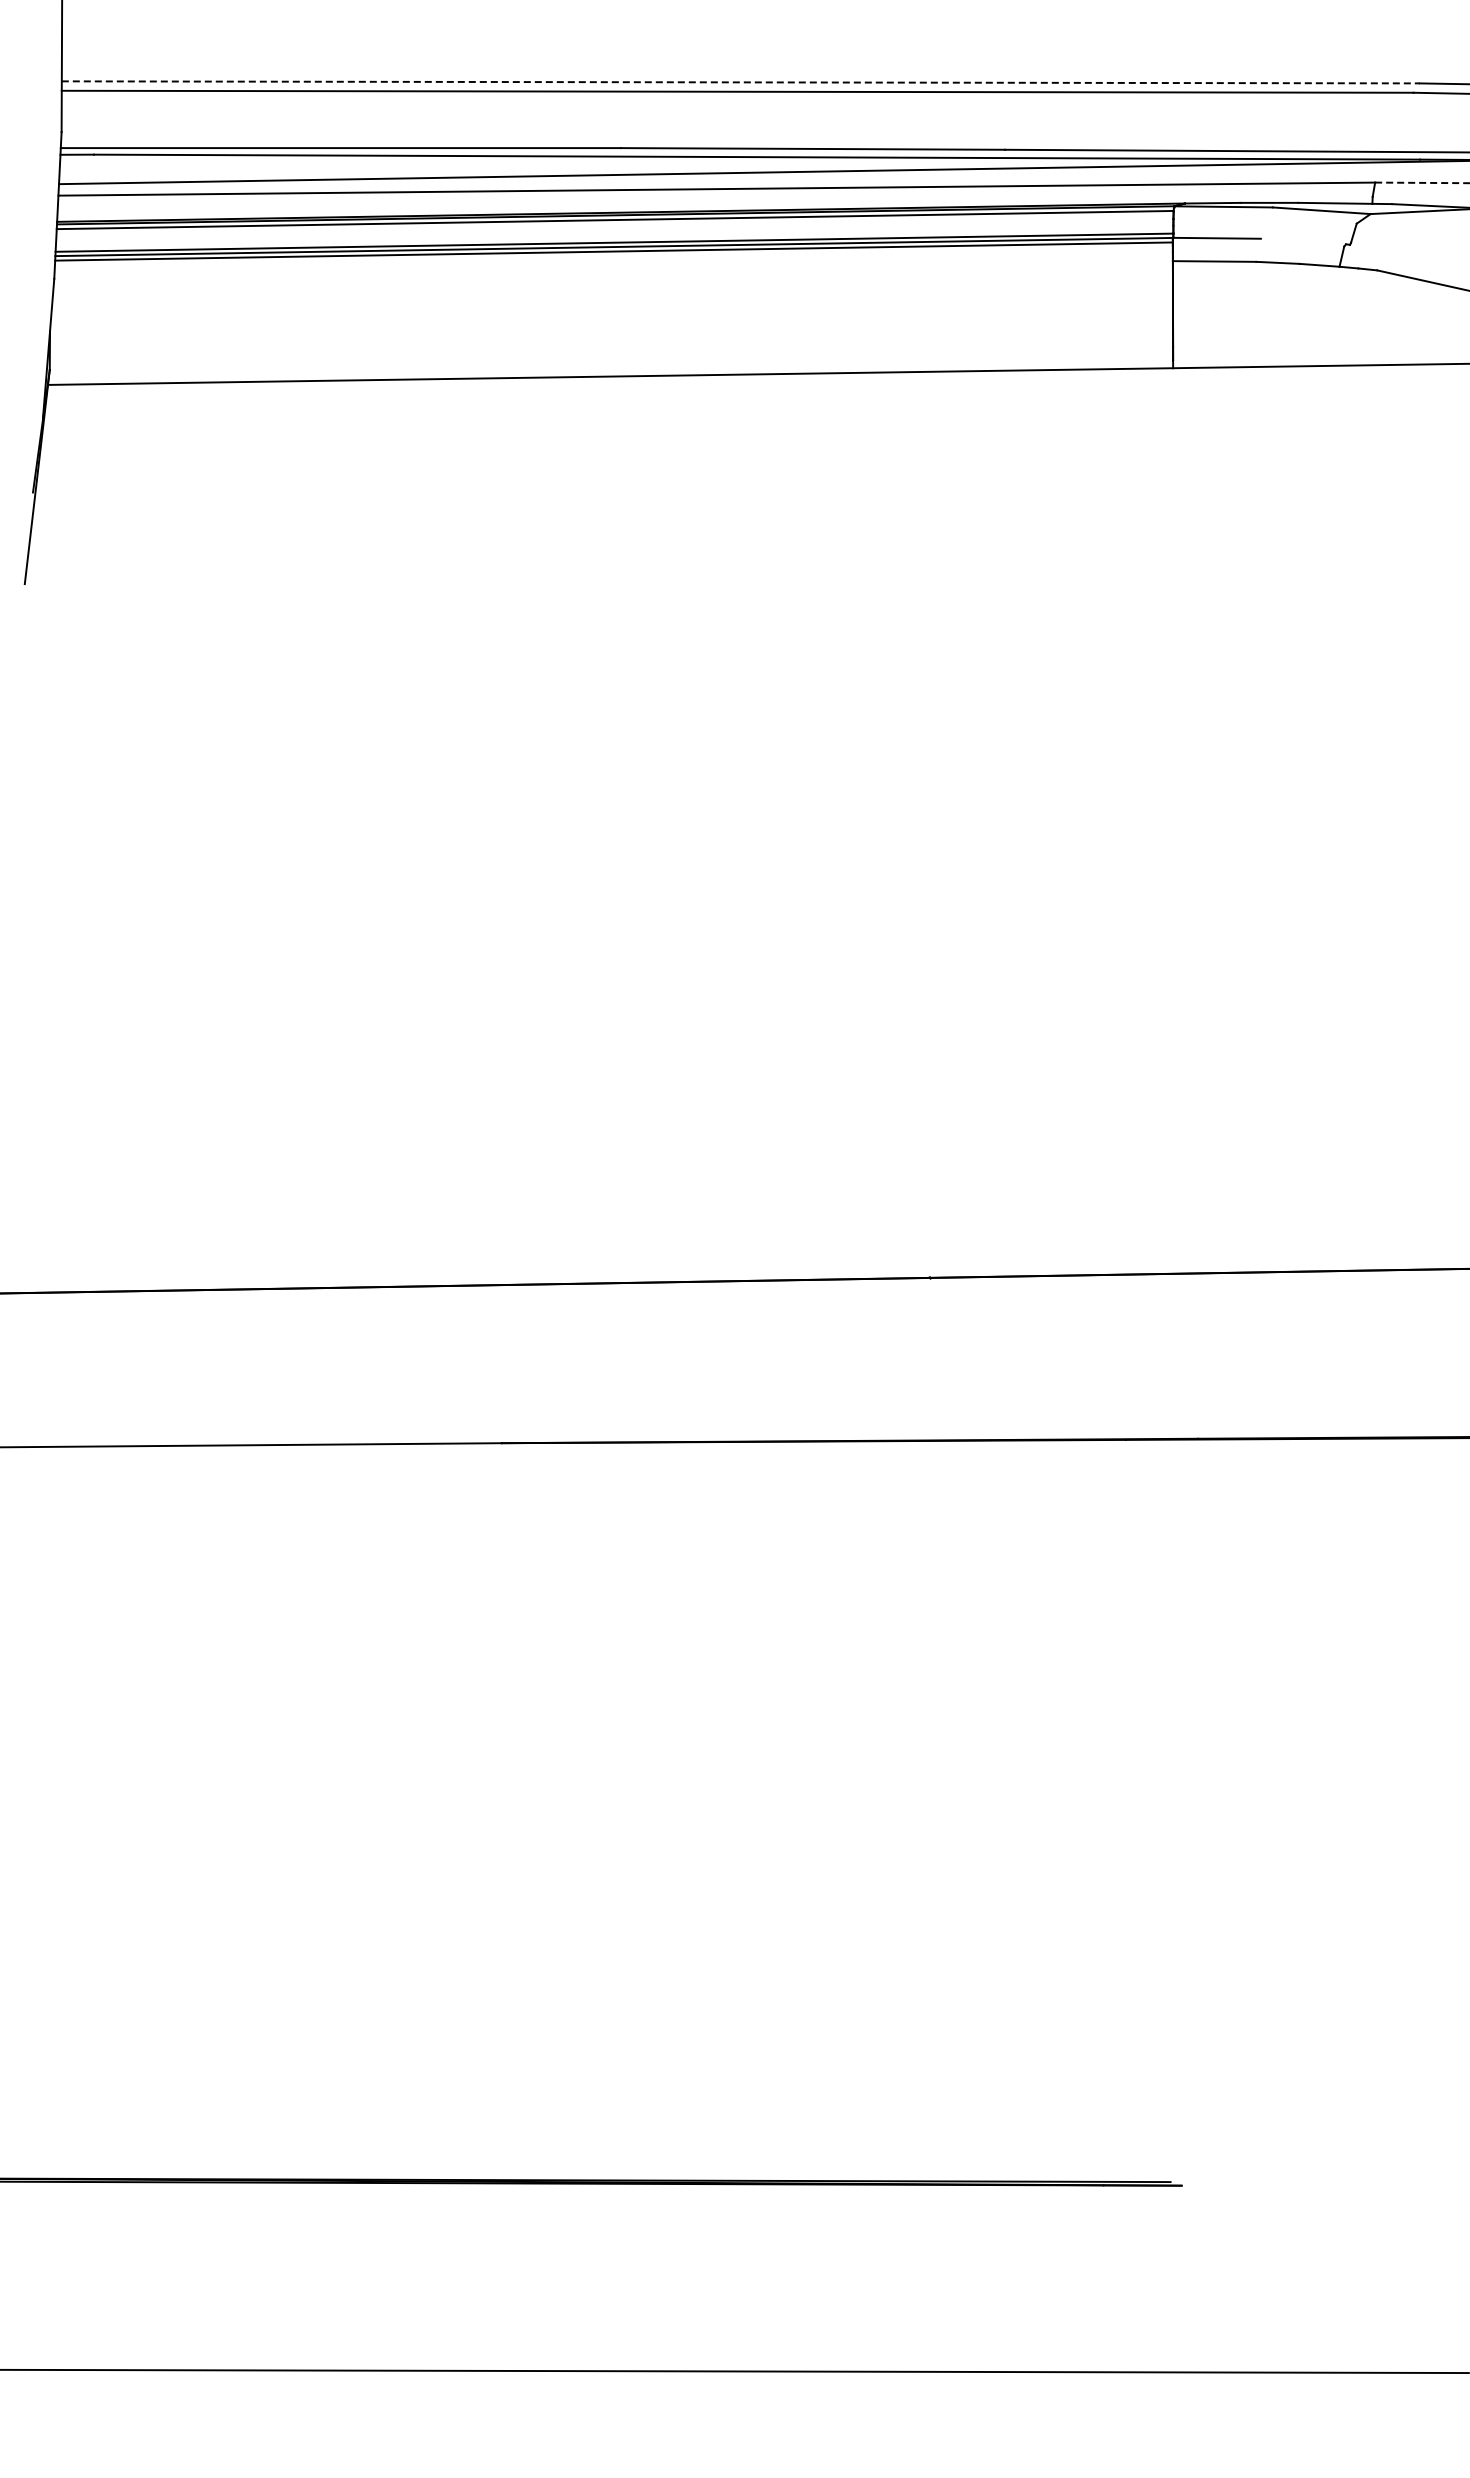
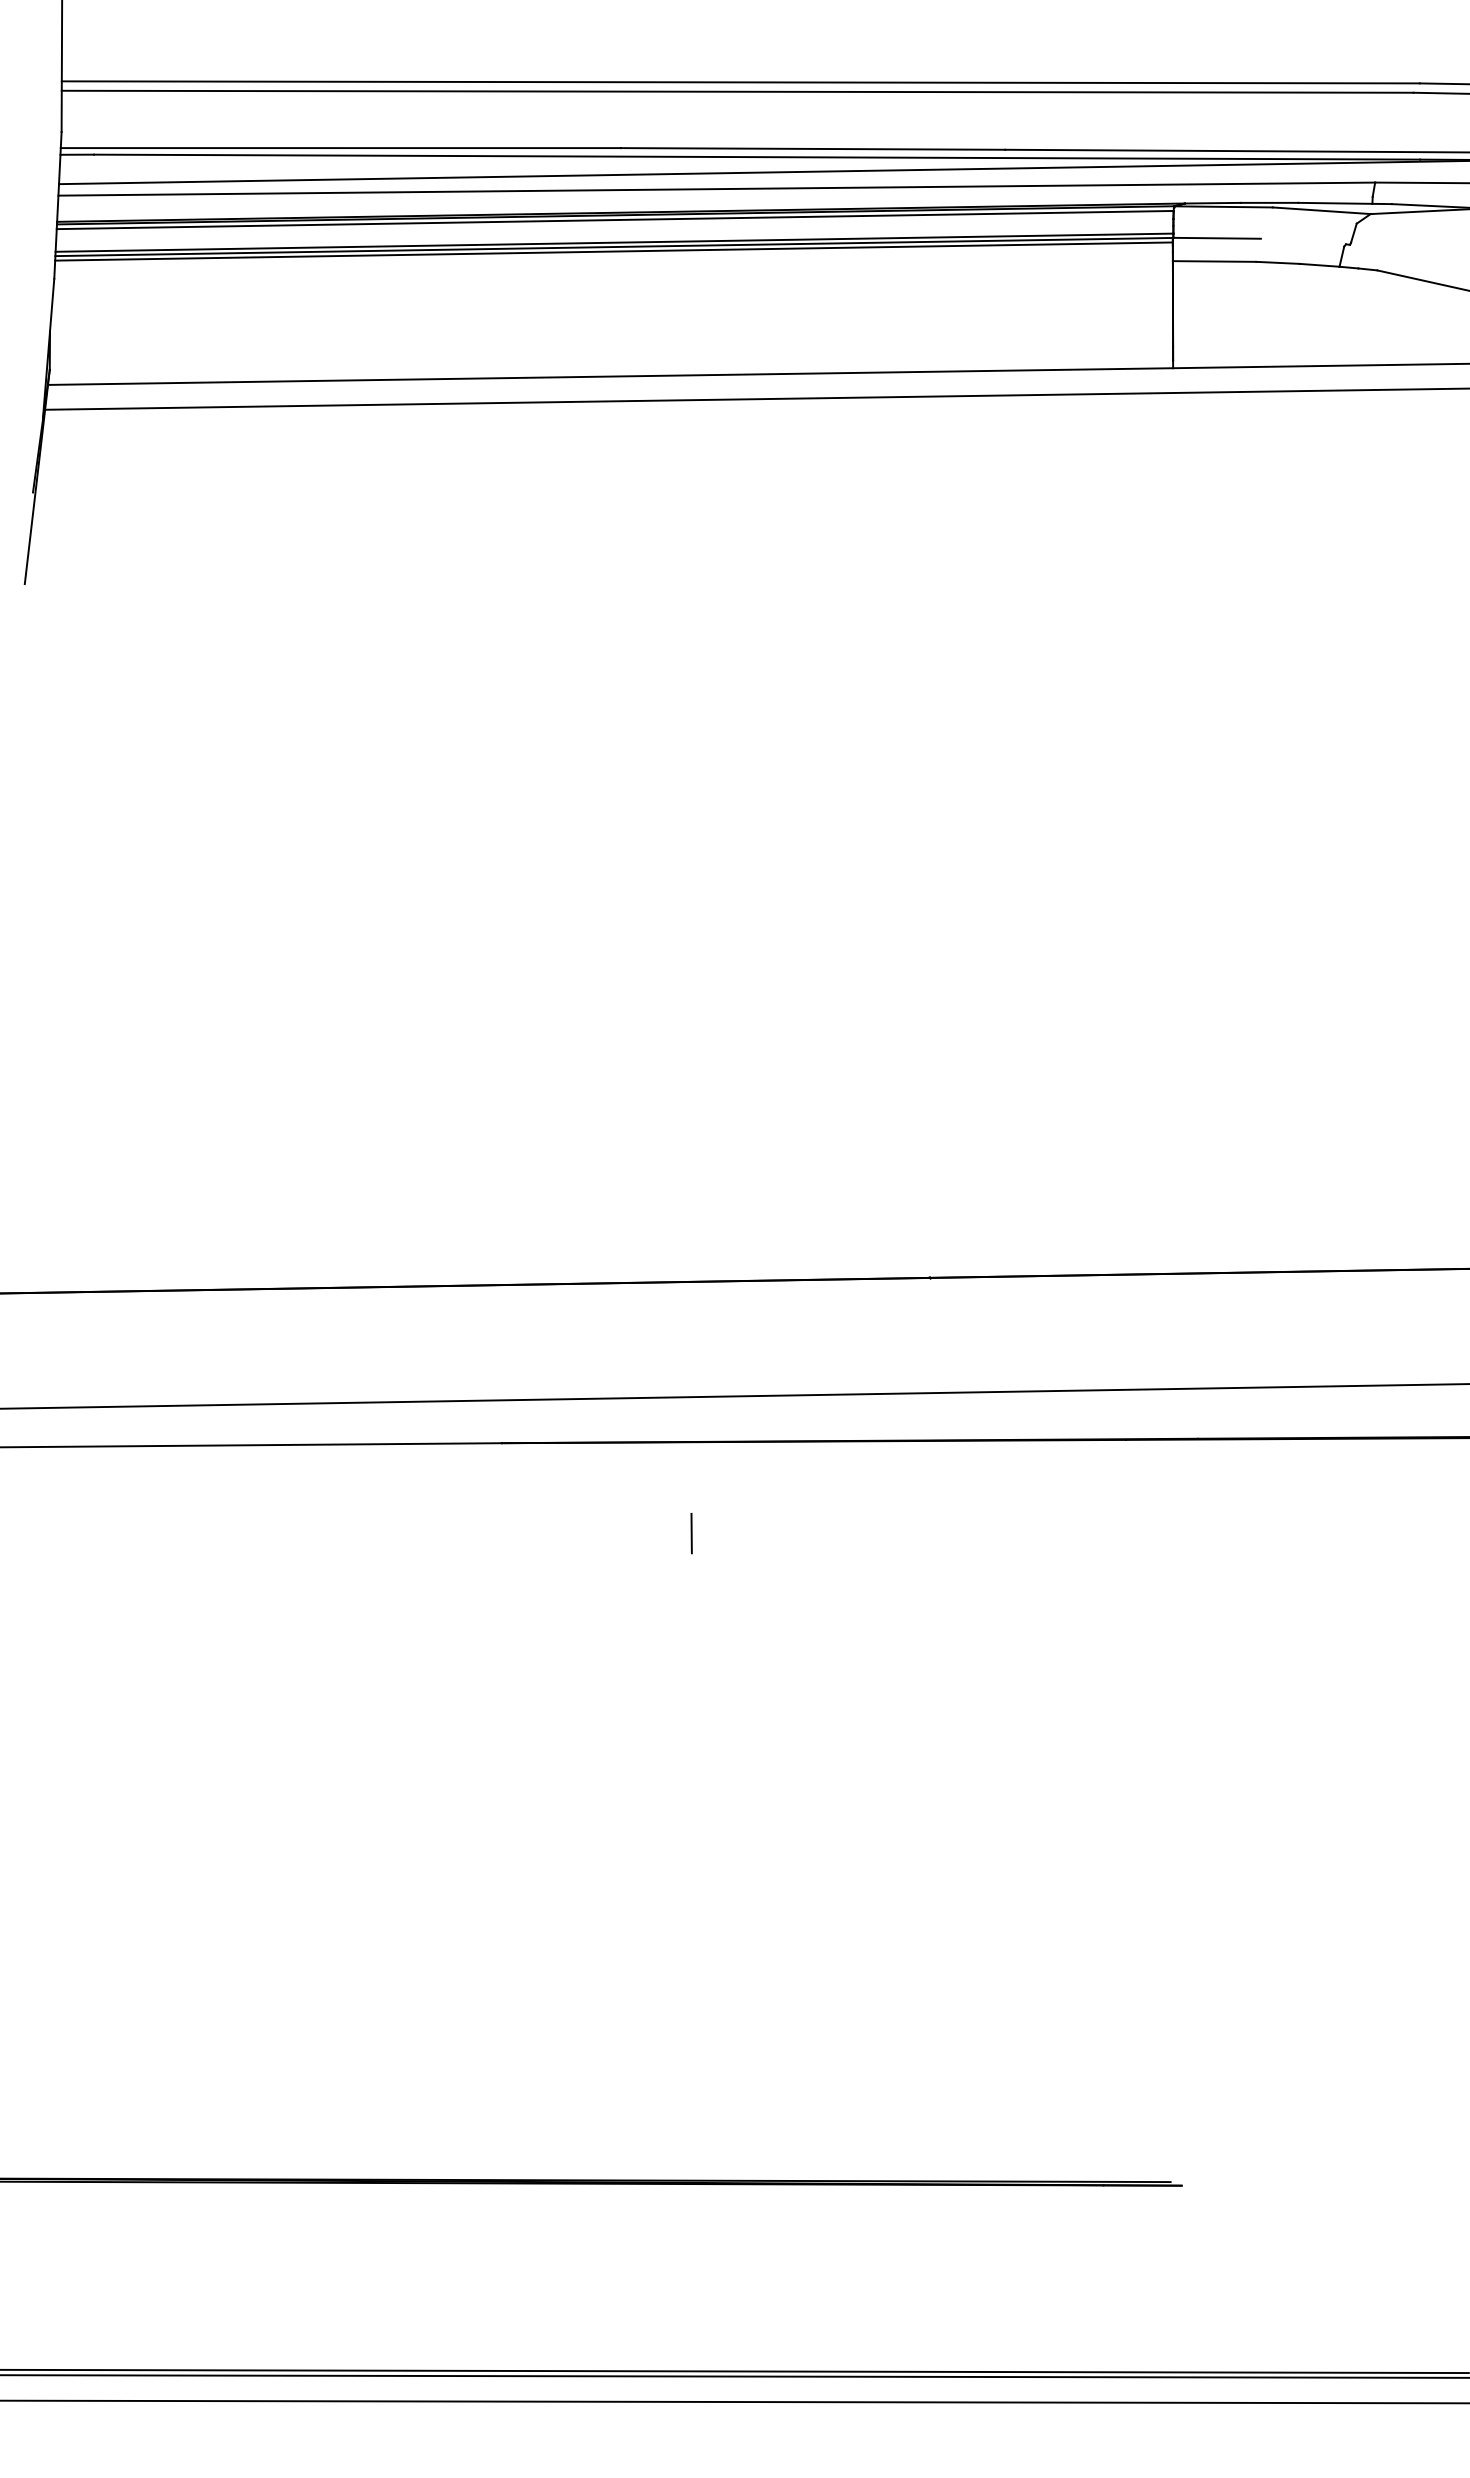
line at (740, 82): dashed -> solid
line at (1422, 182): dashed -> solid
line at (755, 398): none -> present
line at (734, 1396): none -> present
line at (691, 1533): none -> present
line at (734, 2376): none -> present
line at (734, 2401): none -> present
